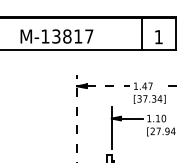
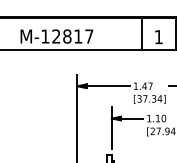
text at (56, 36): M-13817 -> M-12817
line at (108, 86): dashed -> solid
line at (77, 118): dashed -> solid
